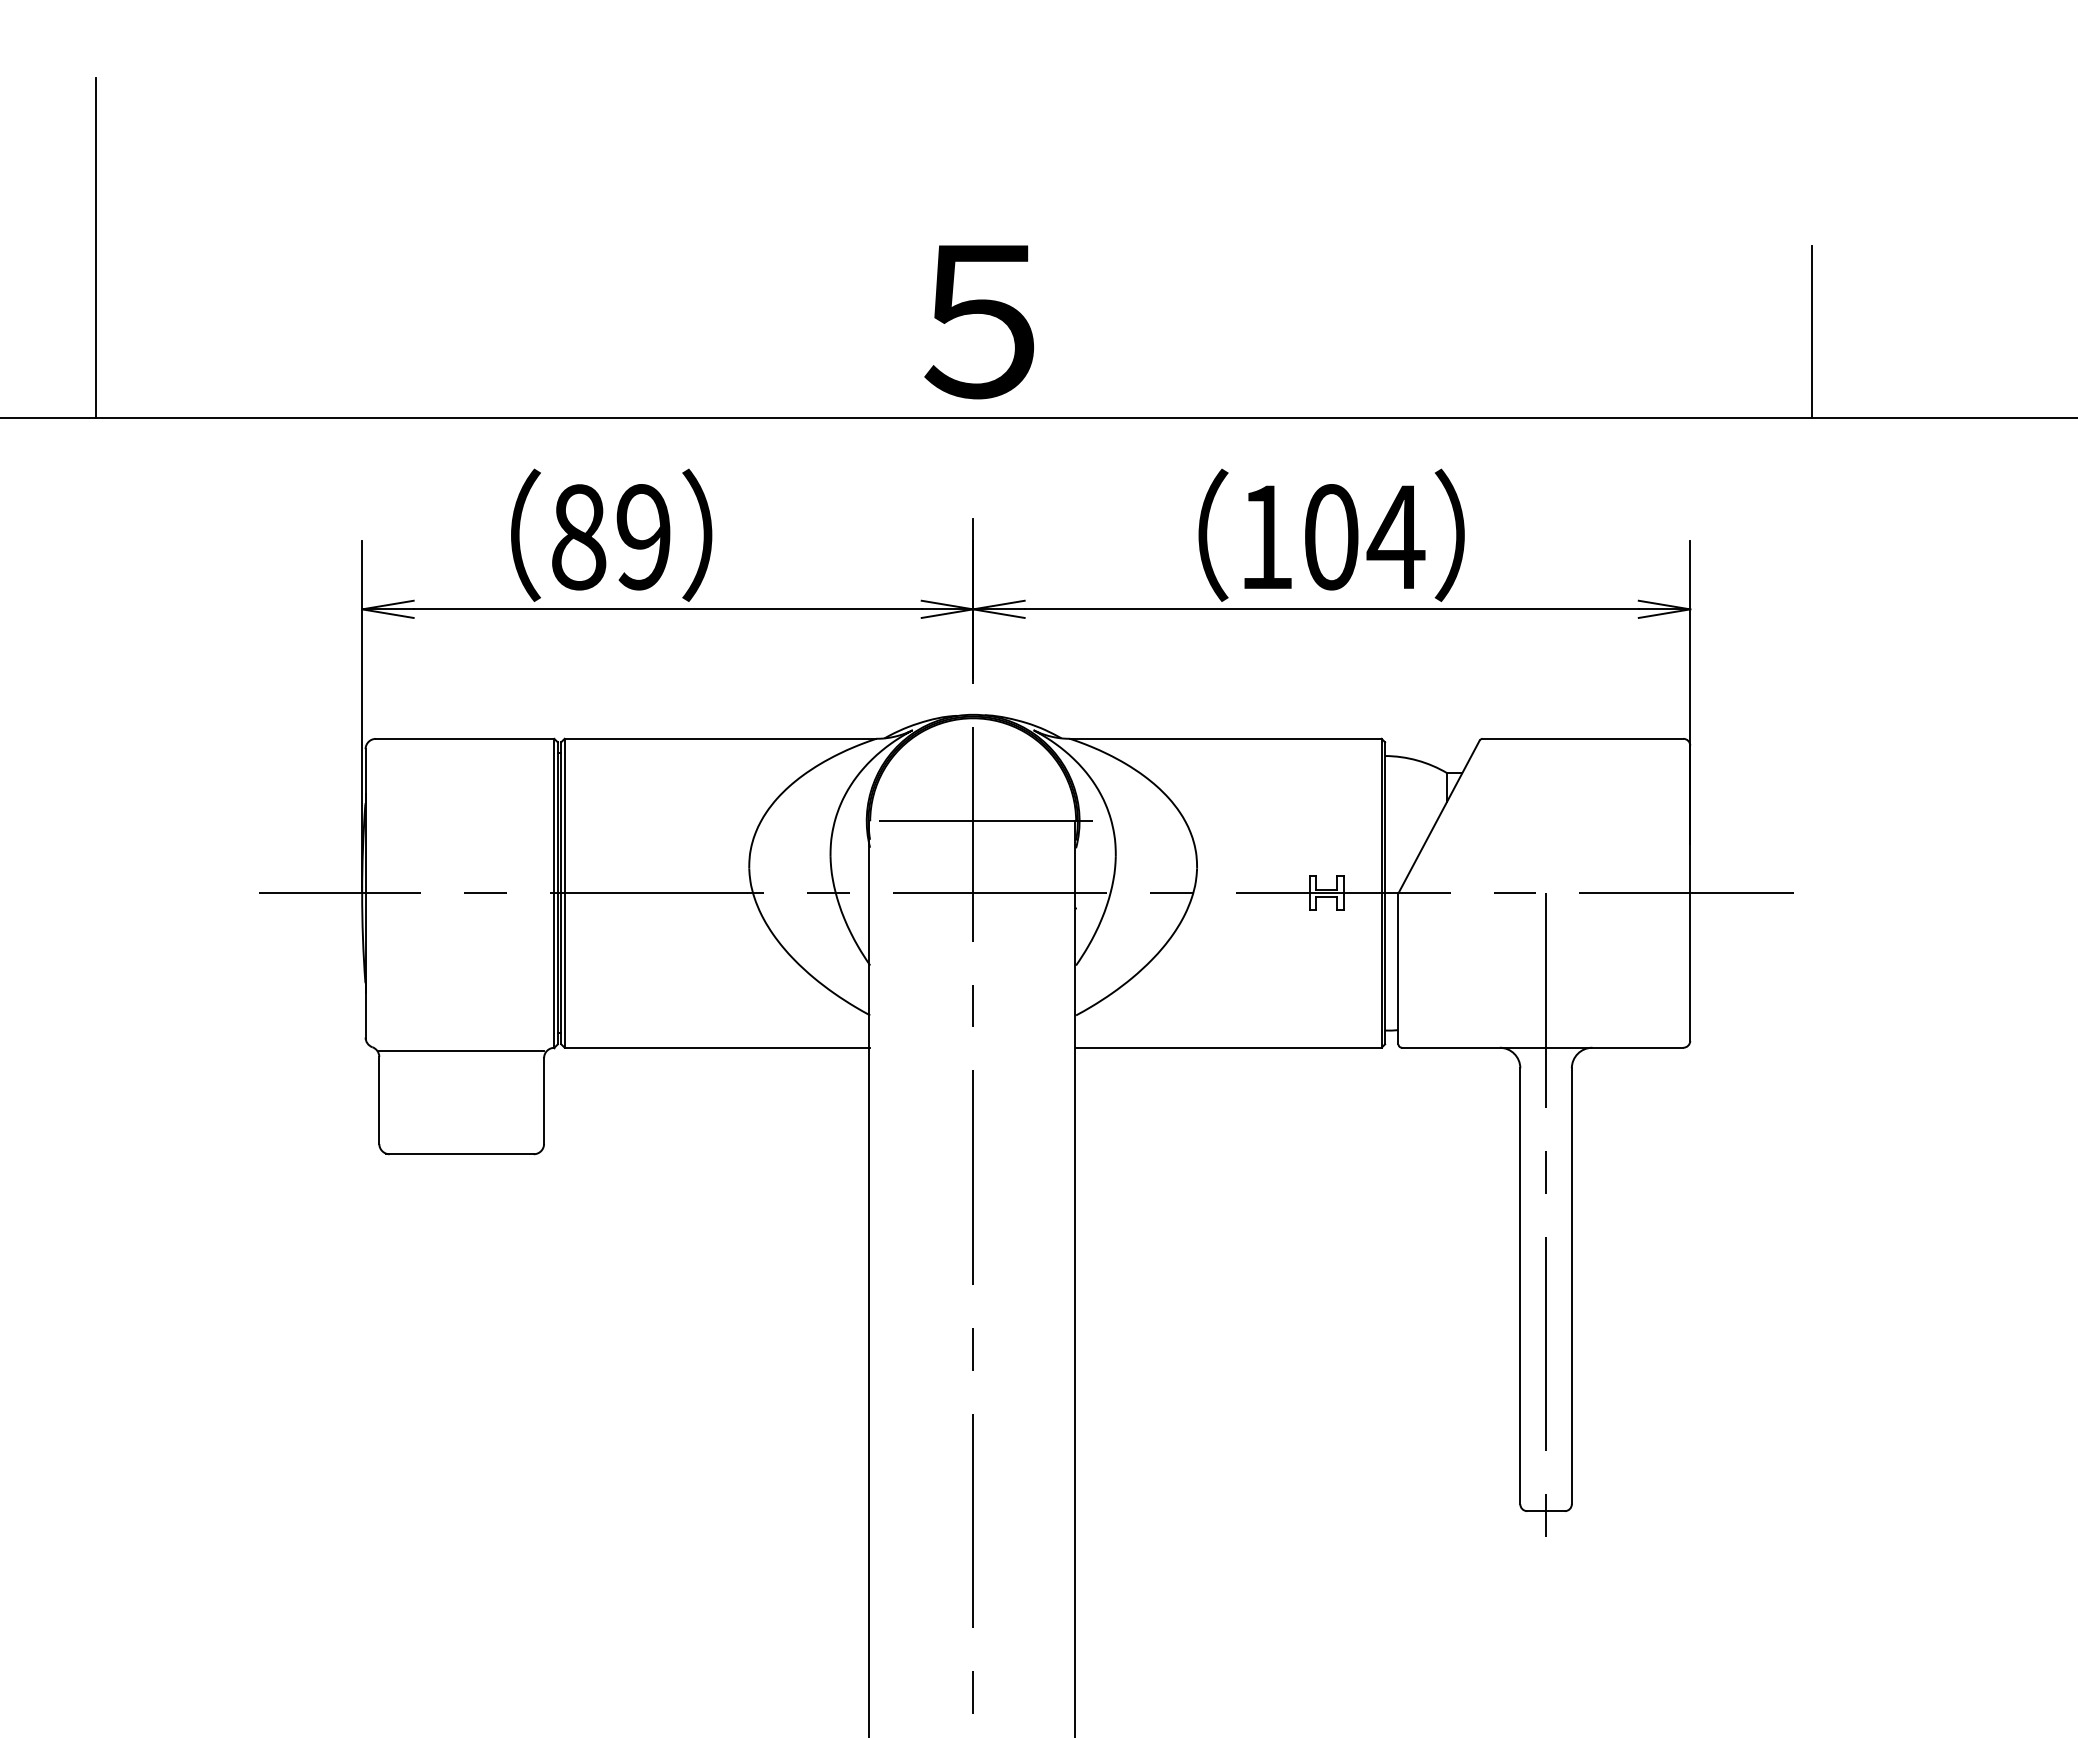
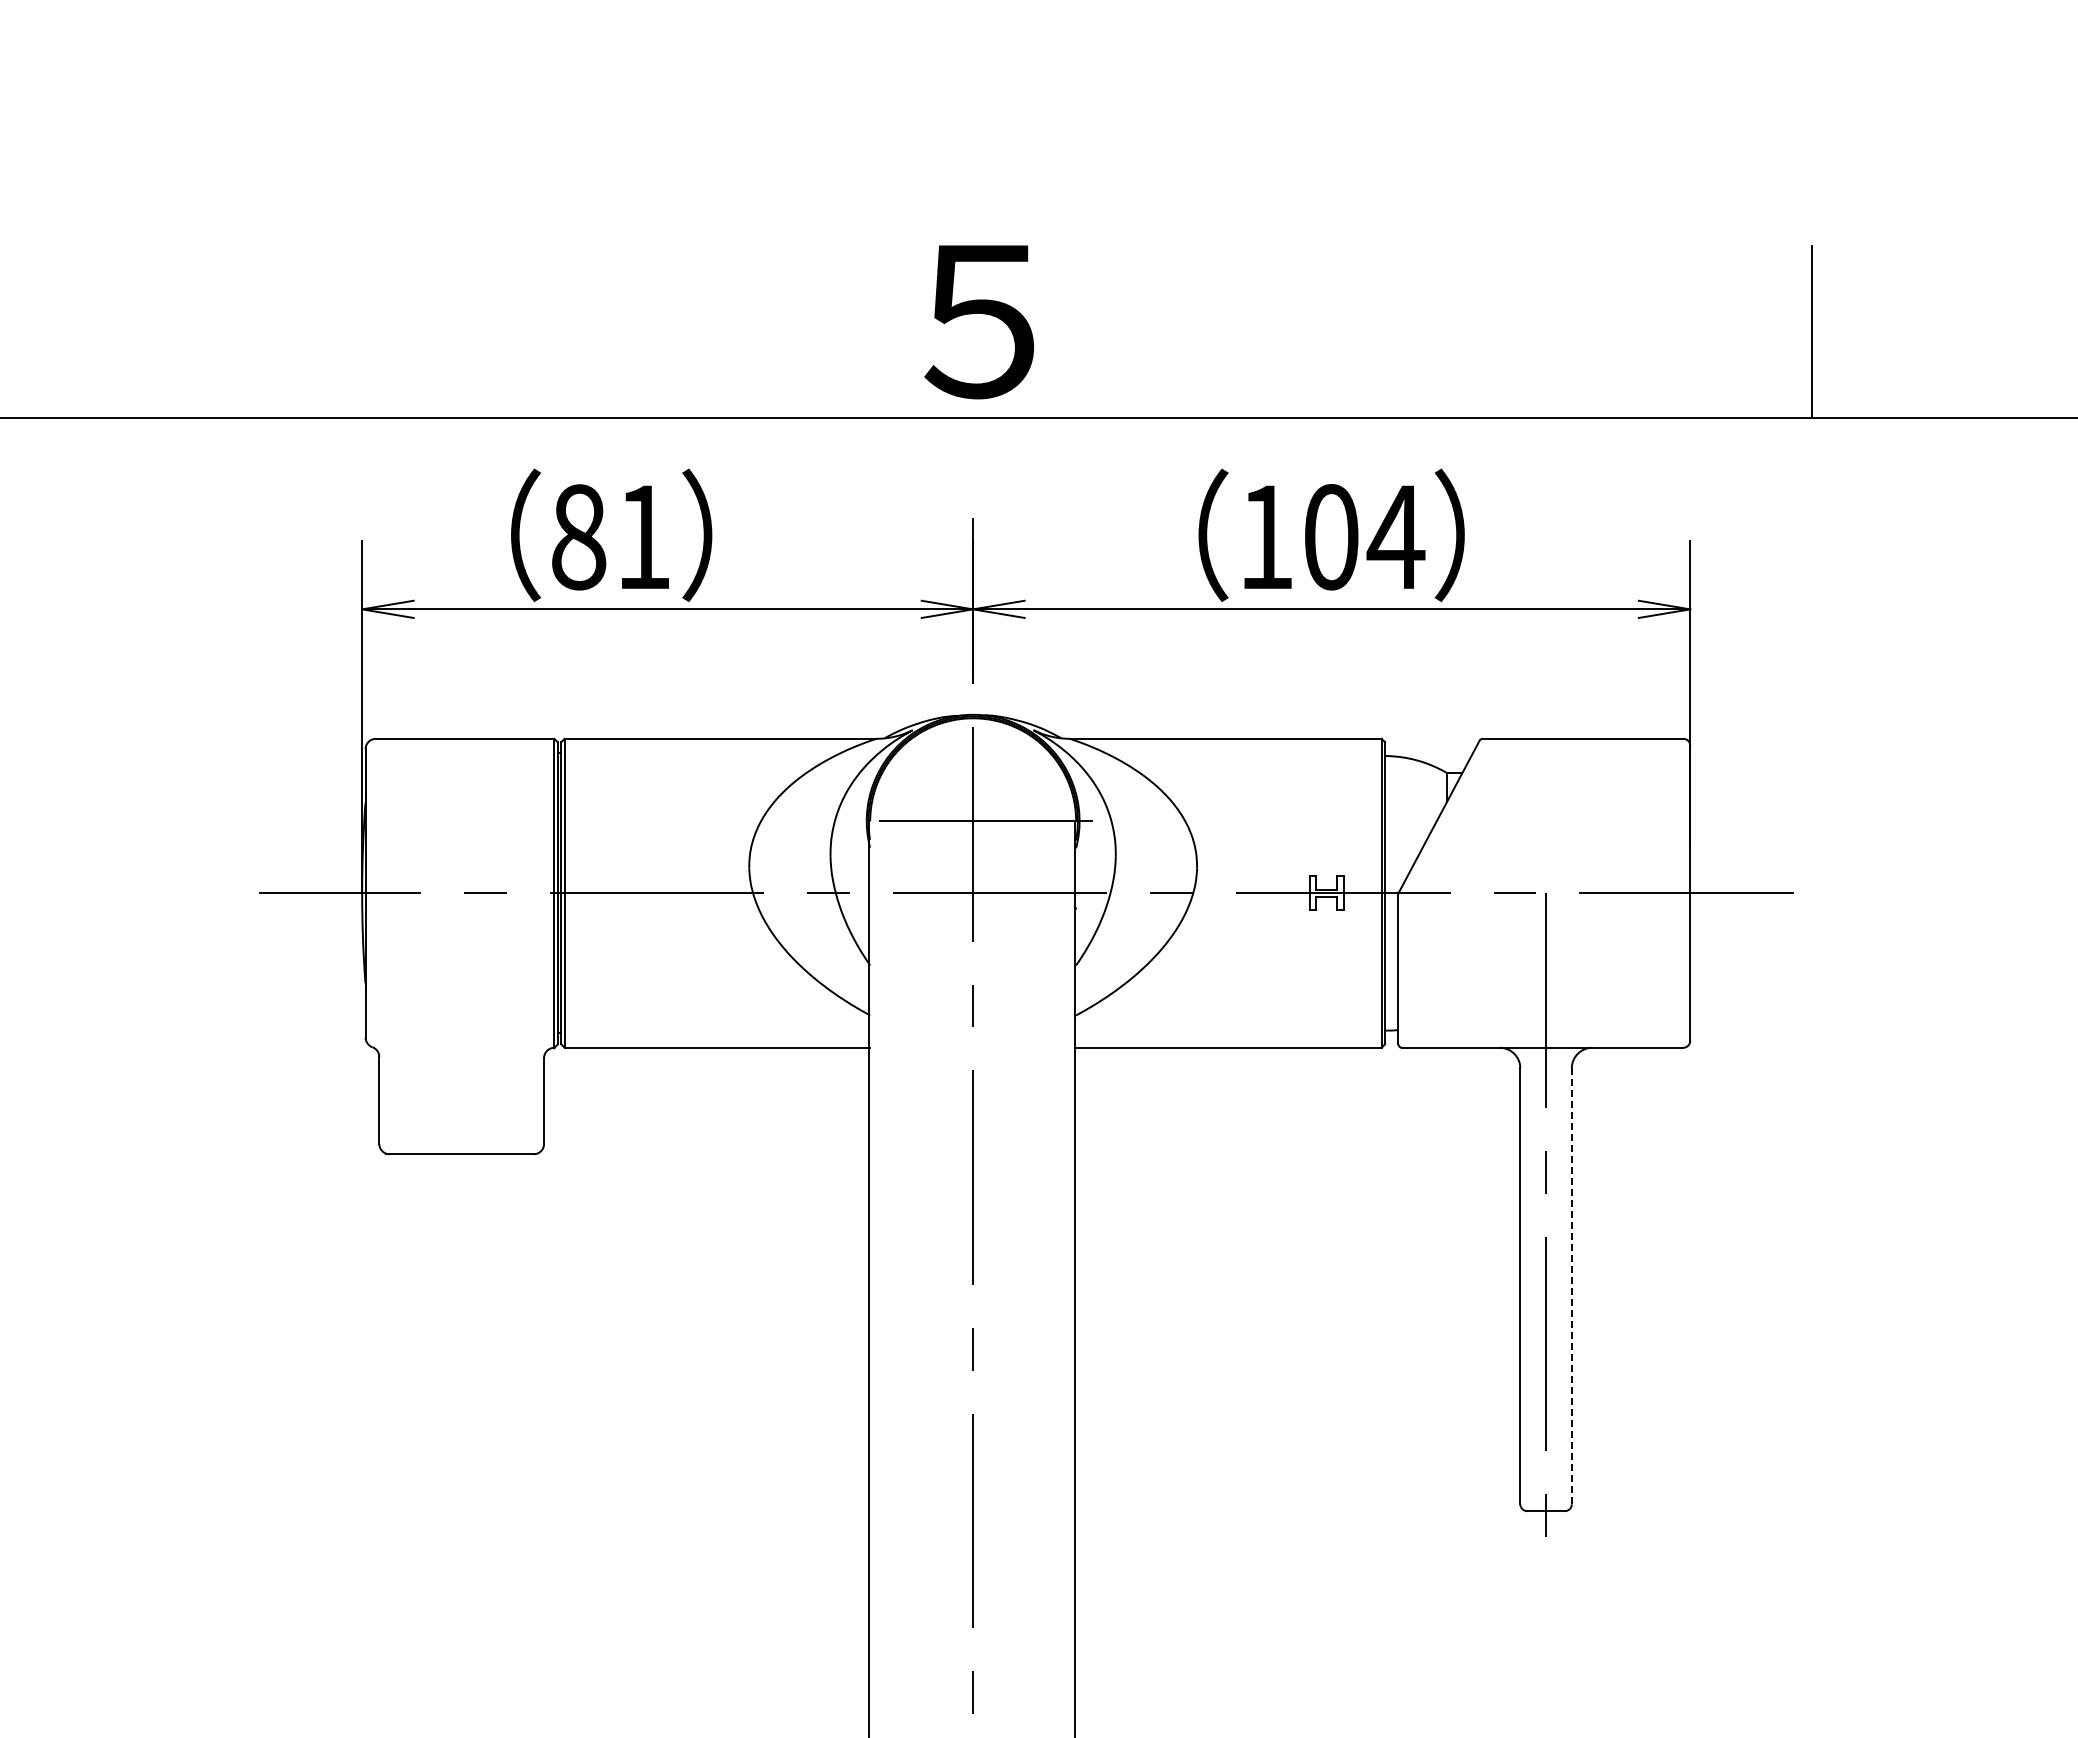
line at (96, 247): present -> none
text at (643, 537): 89 -> 81
line at (461, 1050): present -> none
line at (1571, 1286): solid -> dashed
